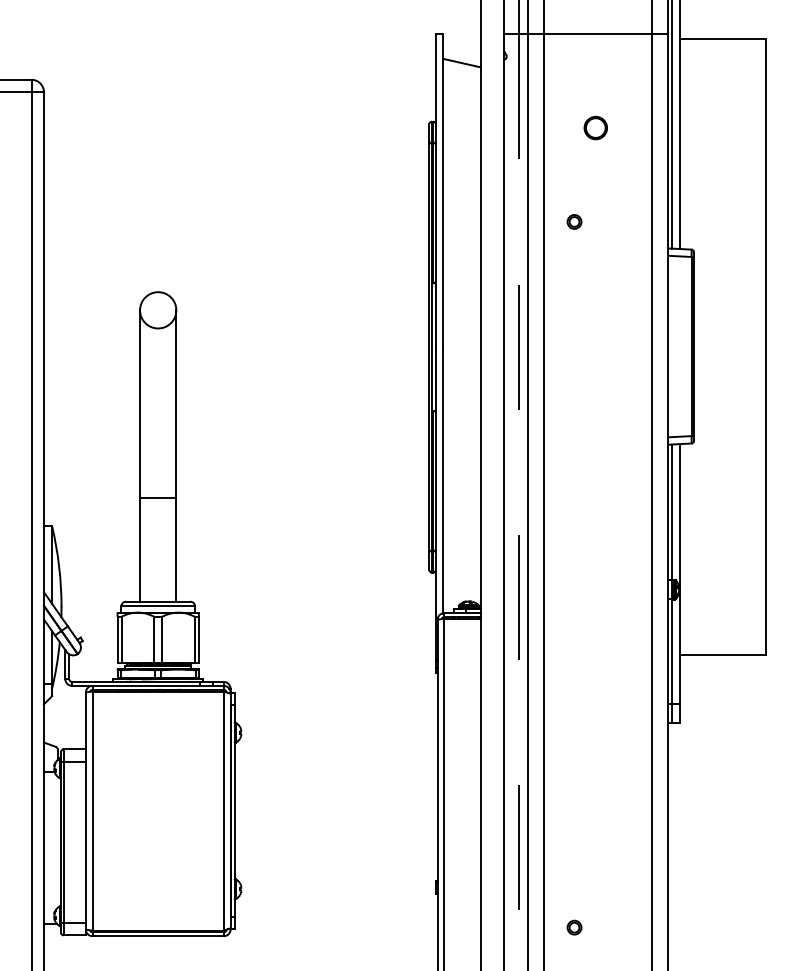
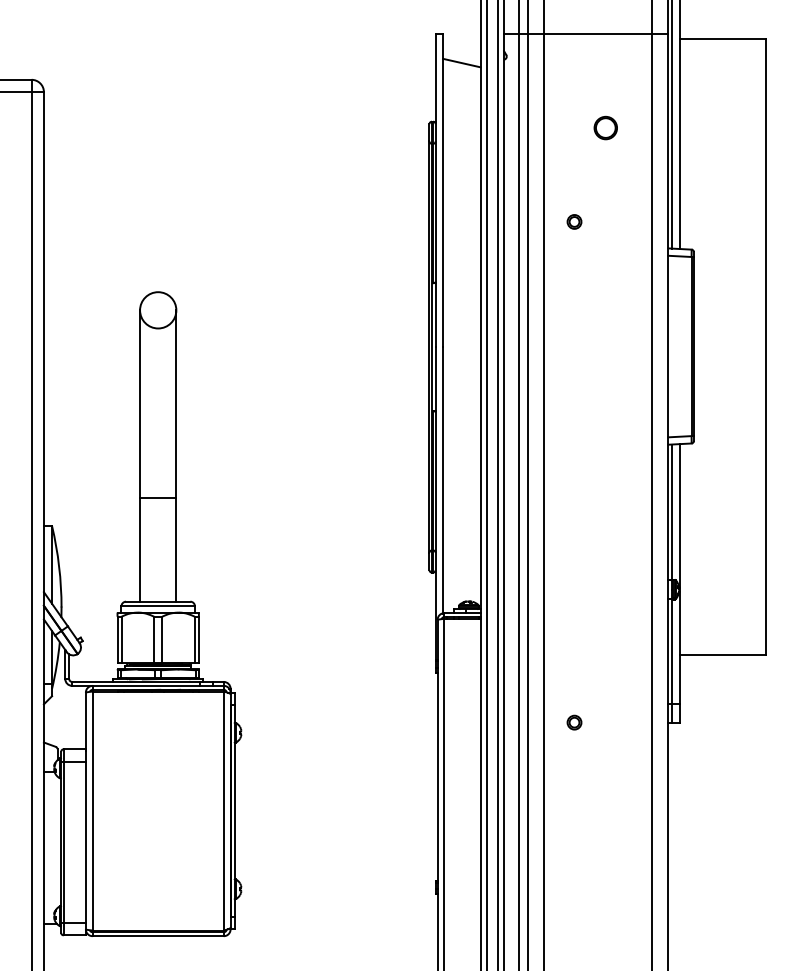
part at (595, 127) position: (595, 127) -> (605, 127)
line at (486, 484): none -> present
line at (497, 484): none -> present
line at (518, 502): dashed -> solid
part at (574, 927) position: (574, 927) -> (574, 722)
